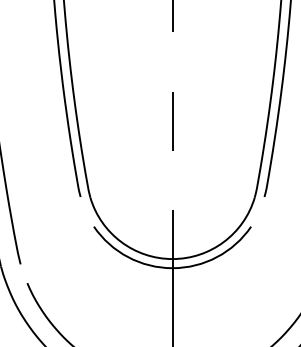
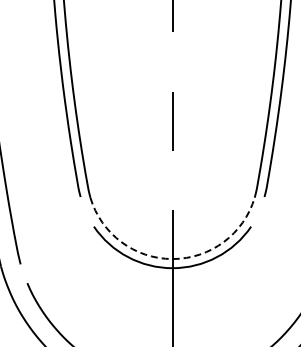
arc at (172, 259): solid -> dashed
